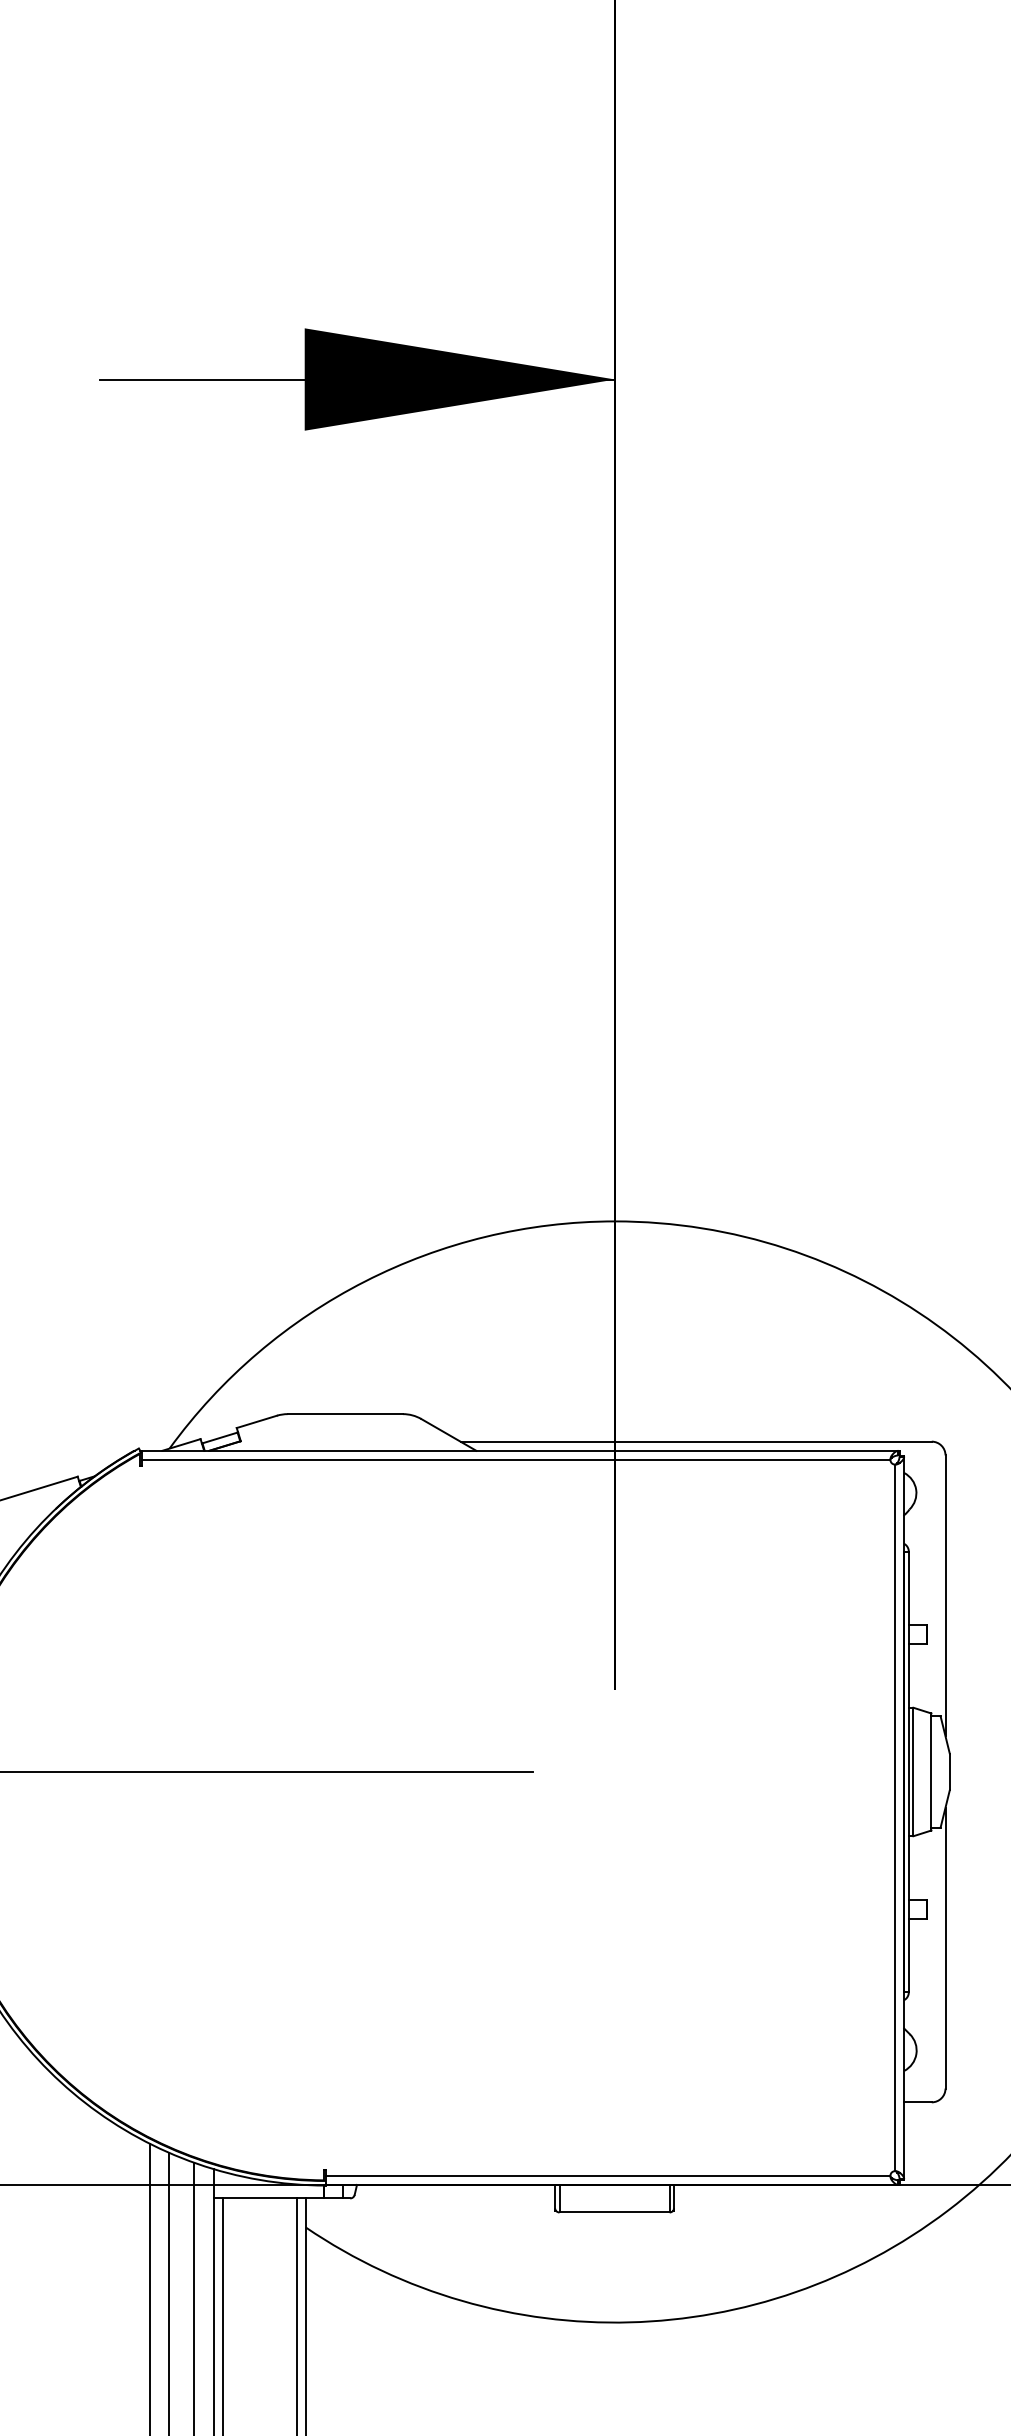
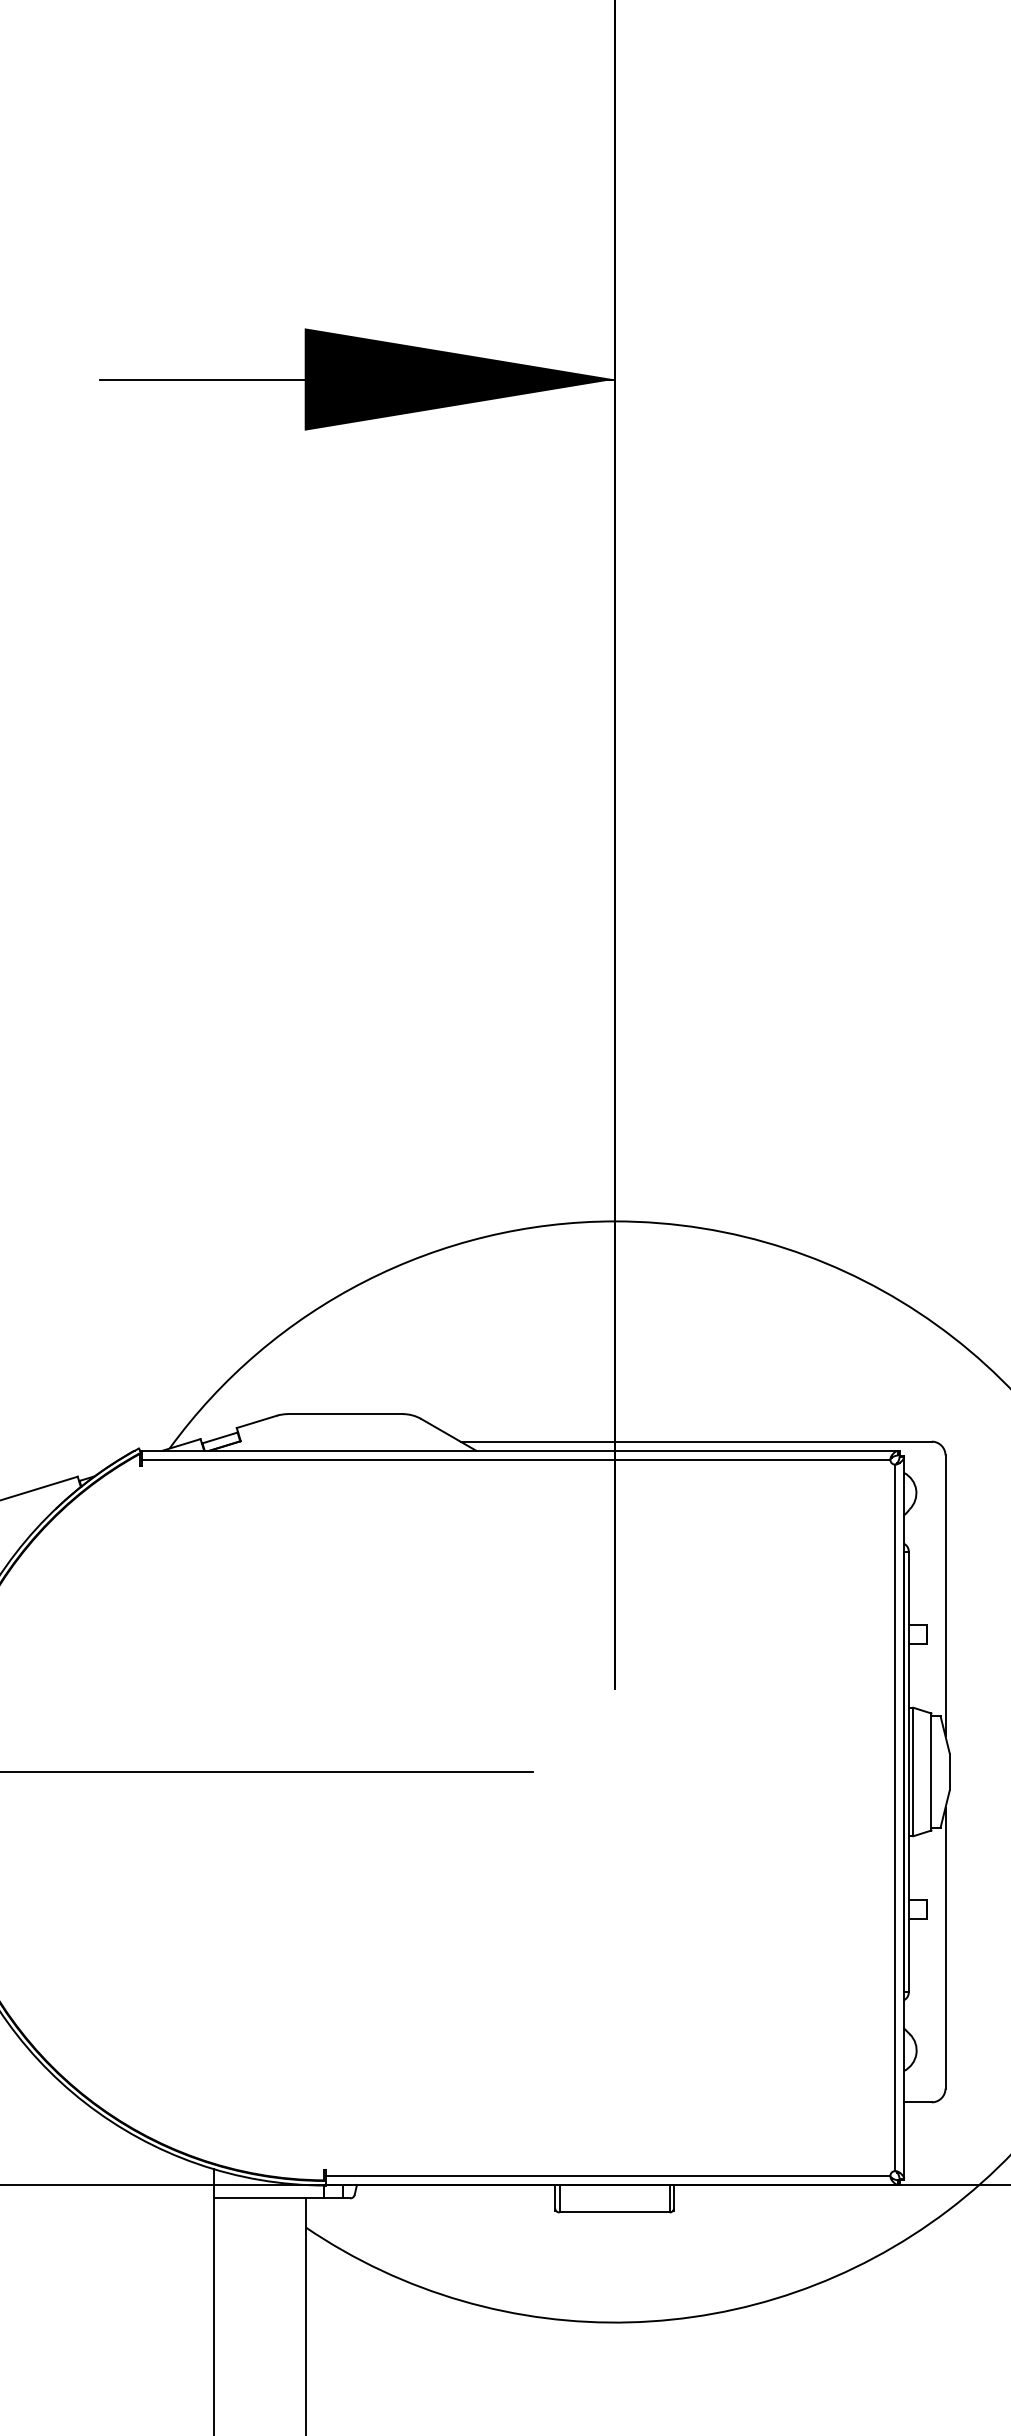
line at (150, 2287): present -> none
line at (168, 2292): present -> none
line at (193, 2297): present -> none
line at (223, 2315): present -> none
line at (296, 2315): present -> none
